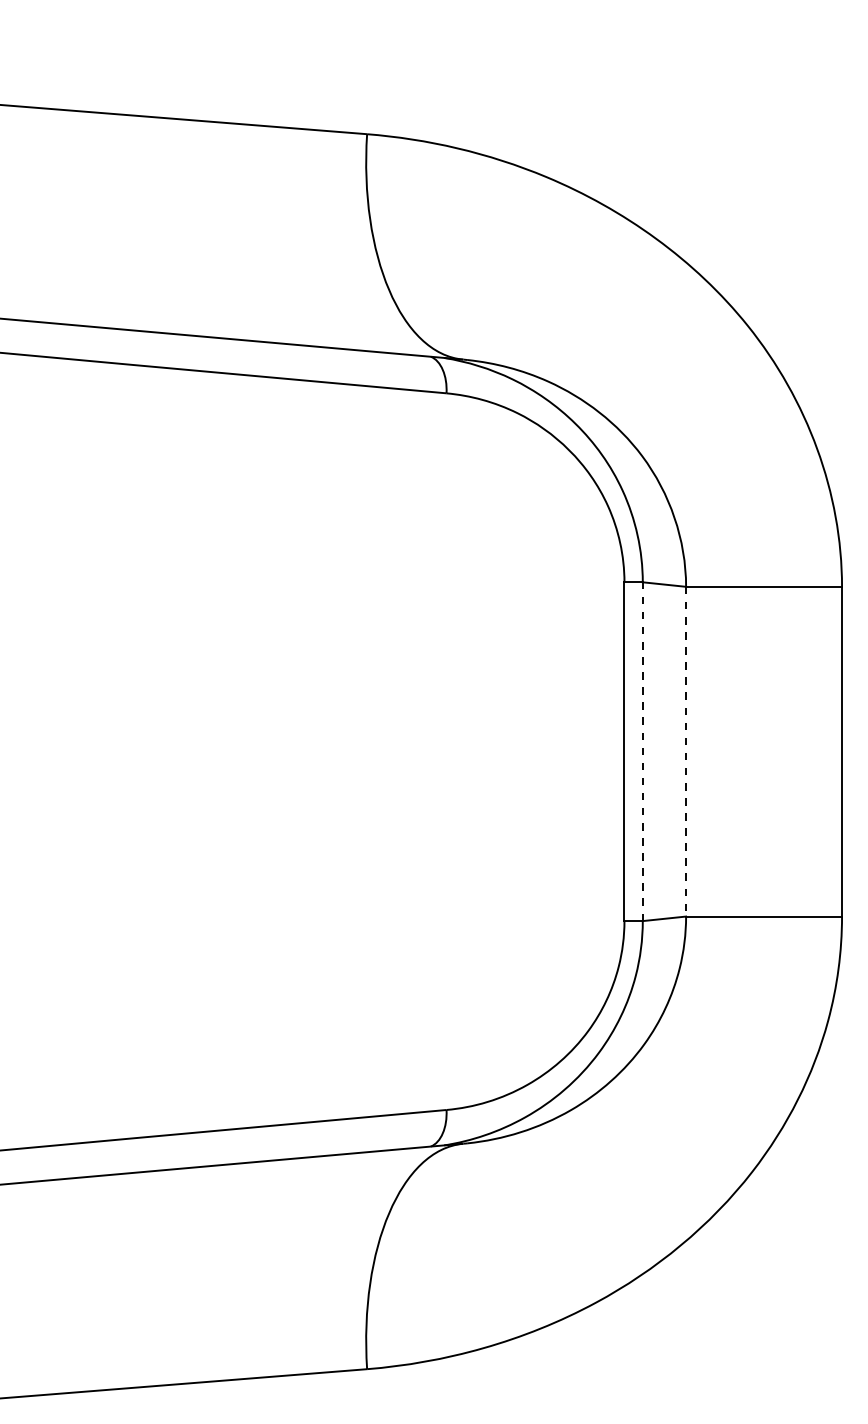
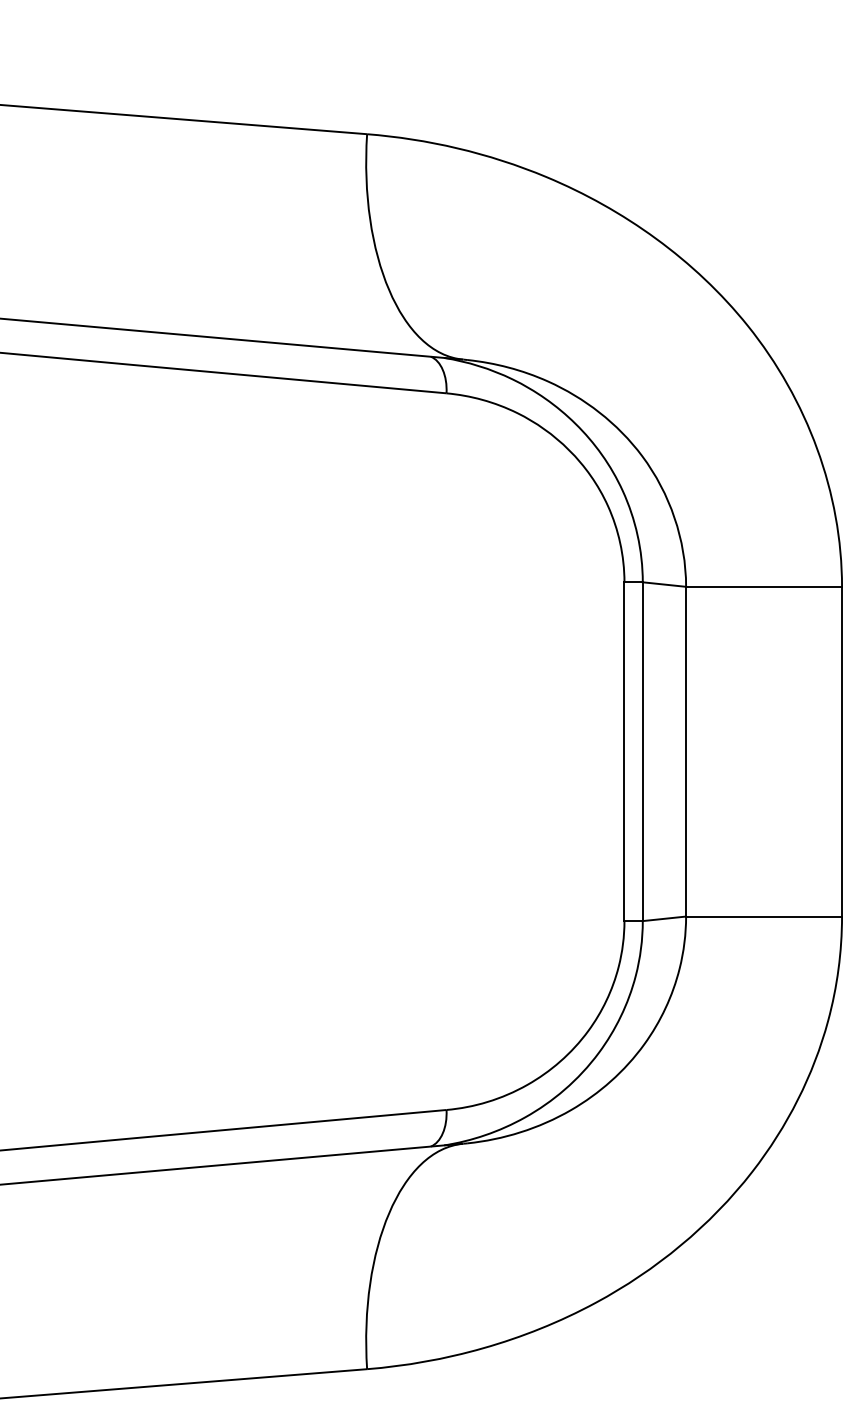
line at (642, 751): dashed -> solid
line at (686, 751): dashed -> solid
